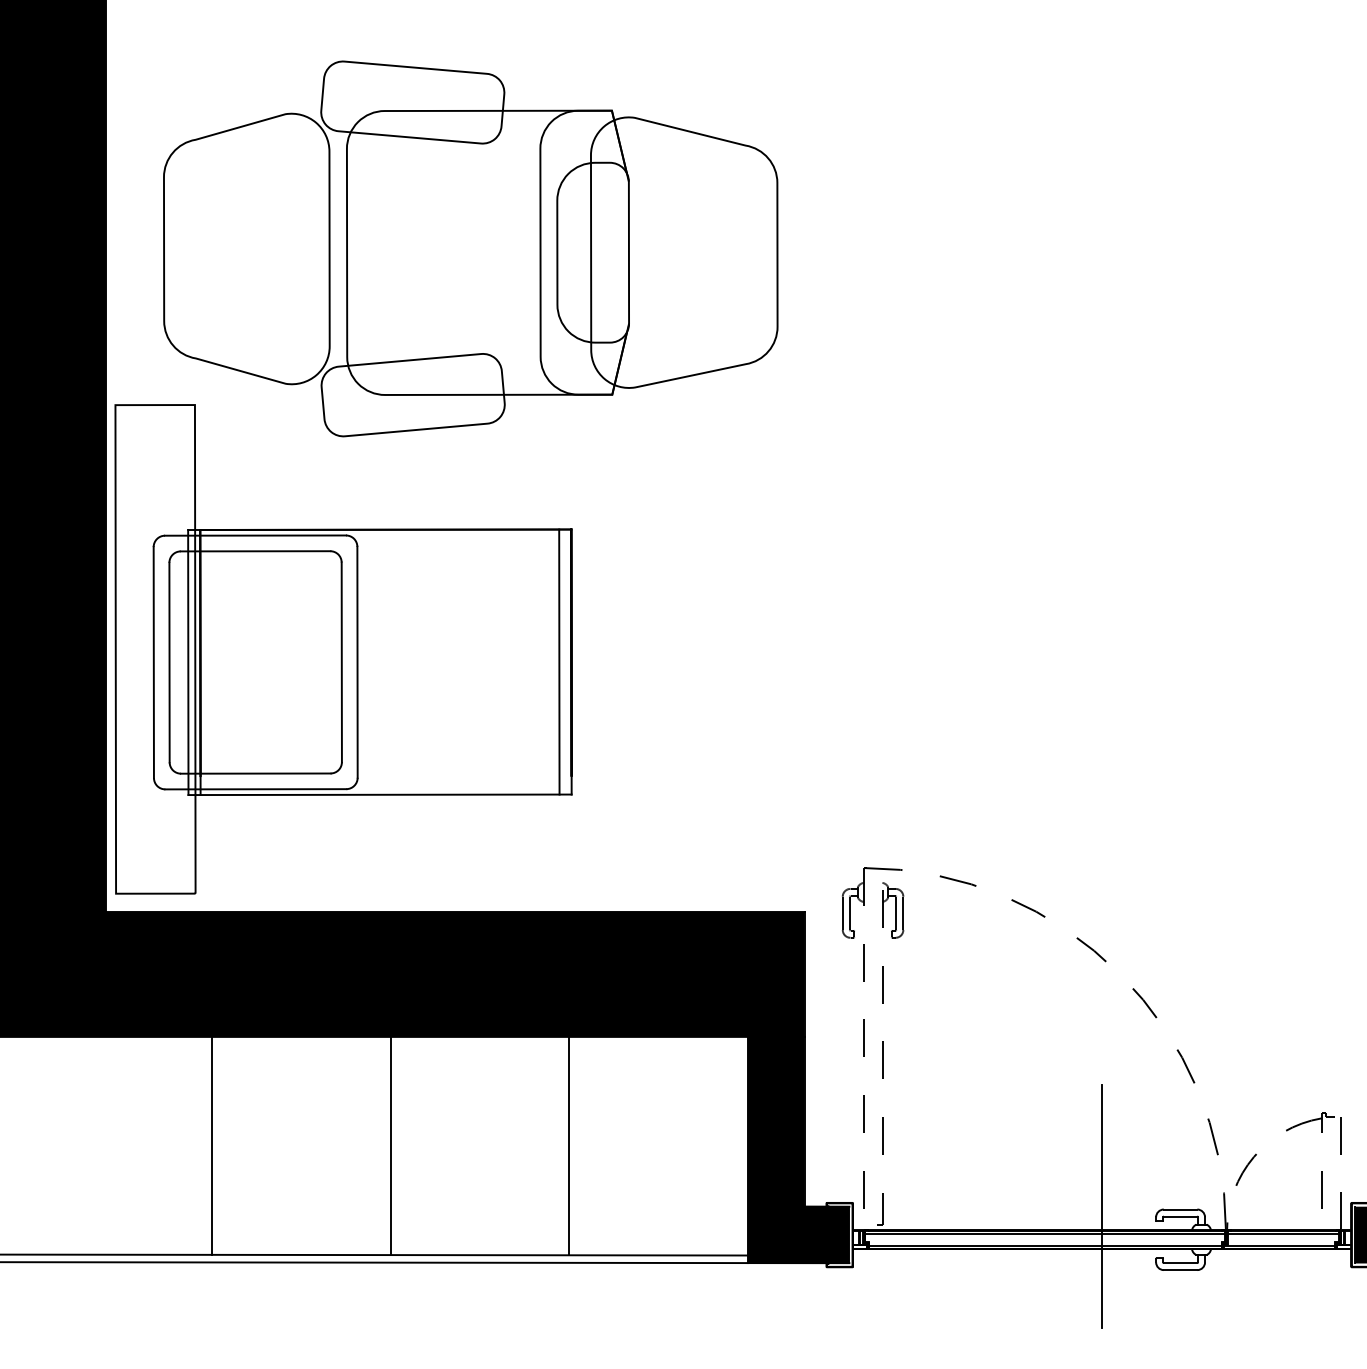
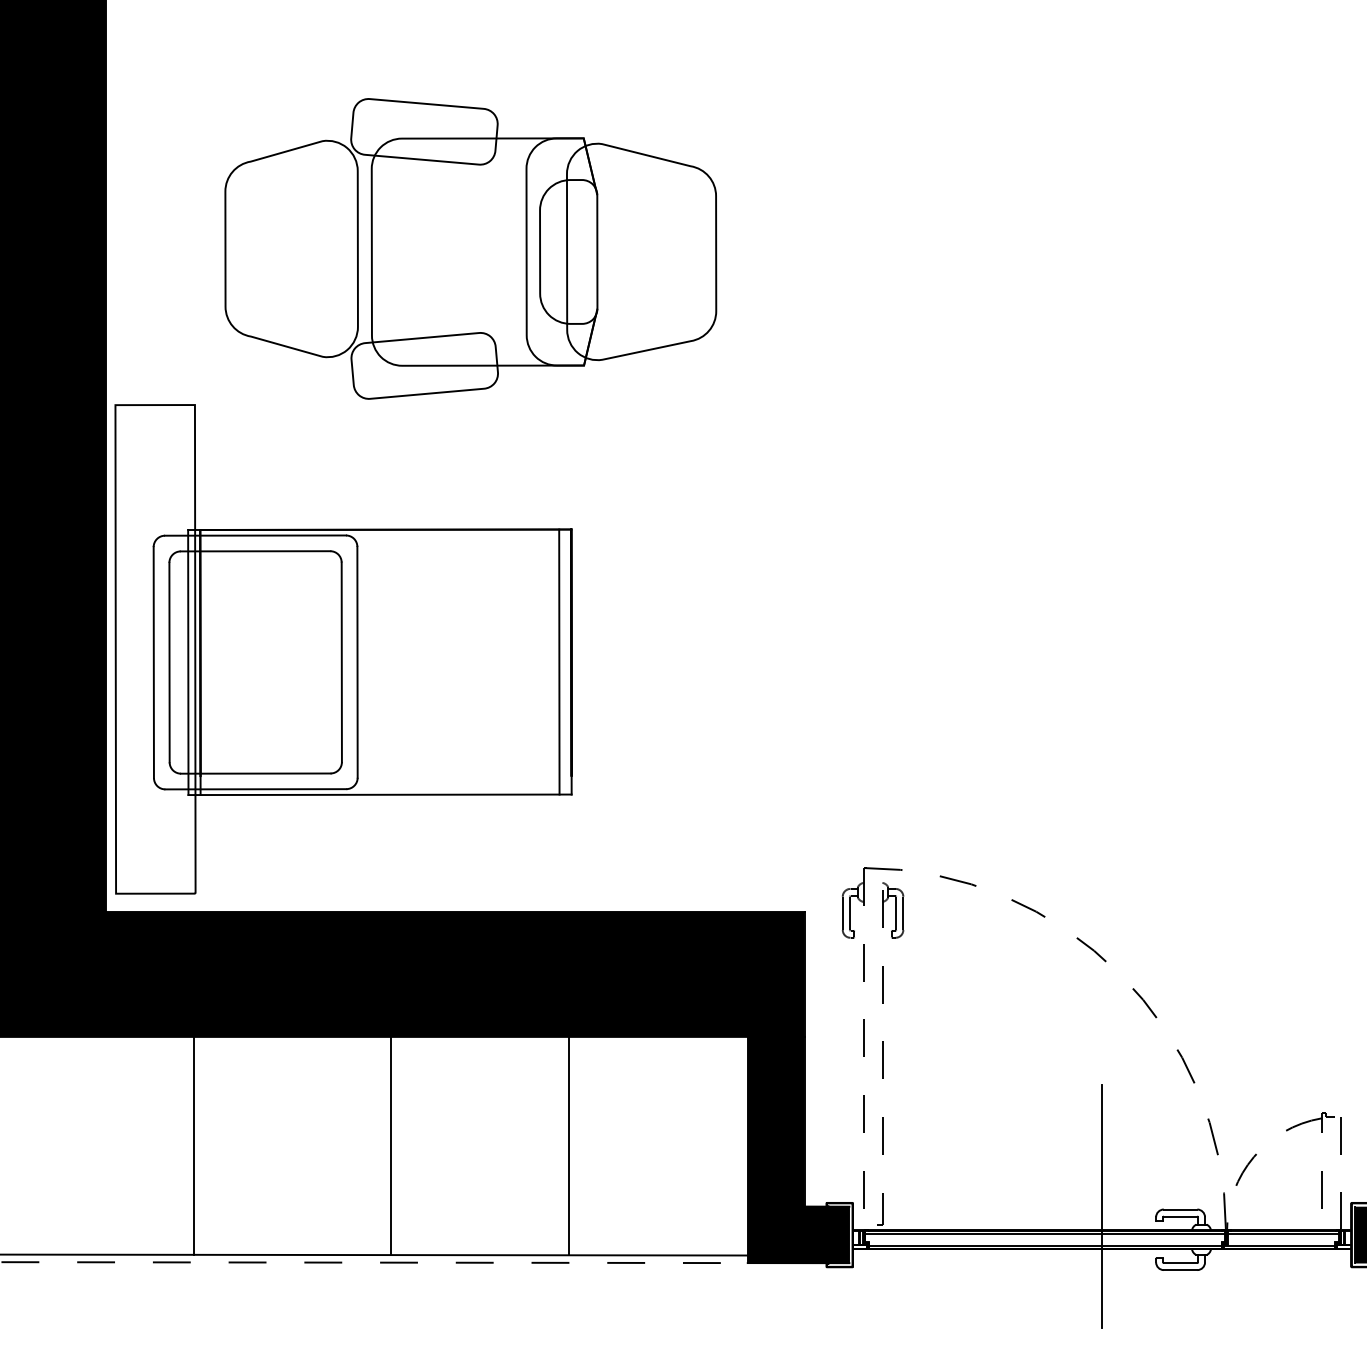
part at (470, 248) size: 616x378 px -> 494x302 px
line at (212, 1145) position: (212, 1145) -> (194, 1145)
line at (374, 1262): solid -> dashed
